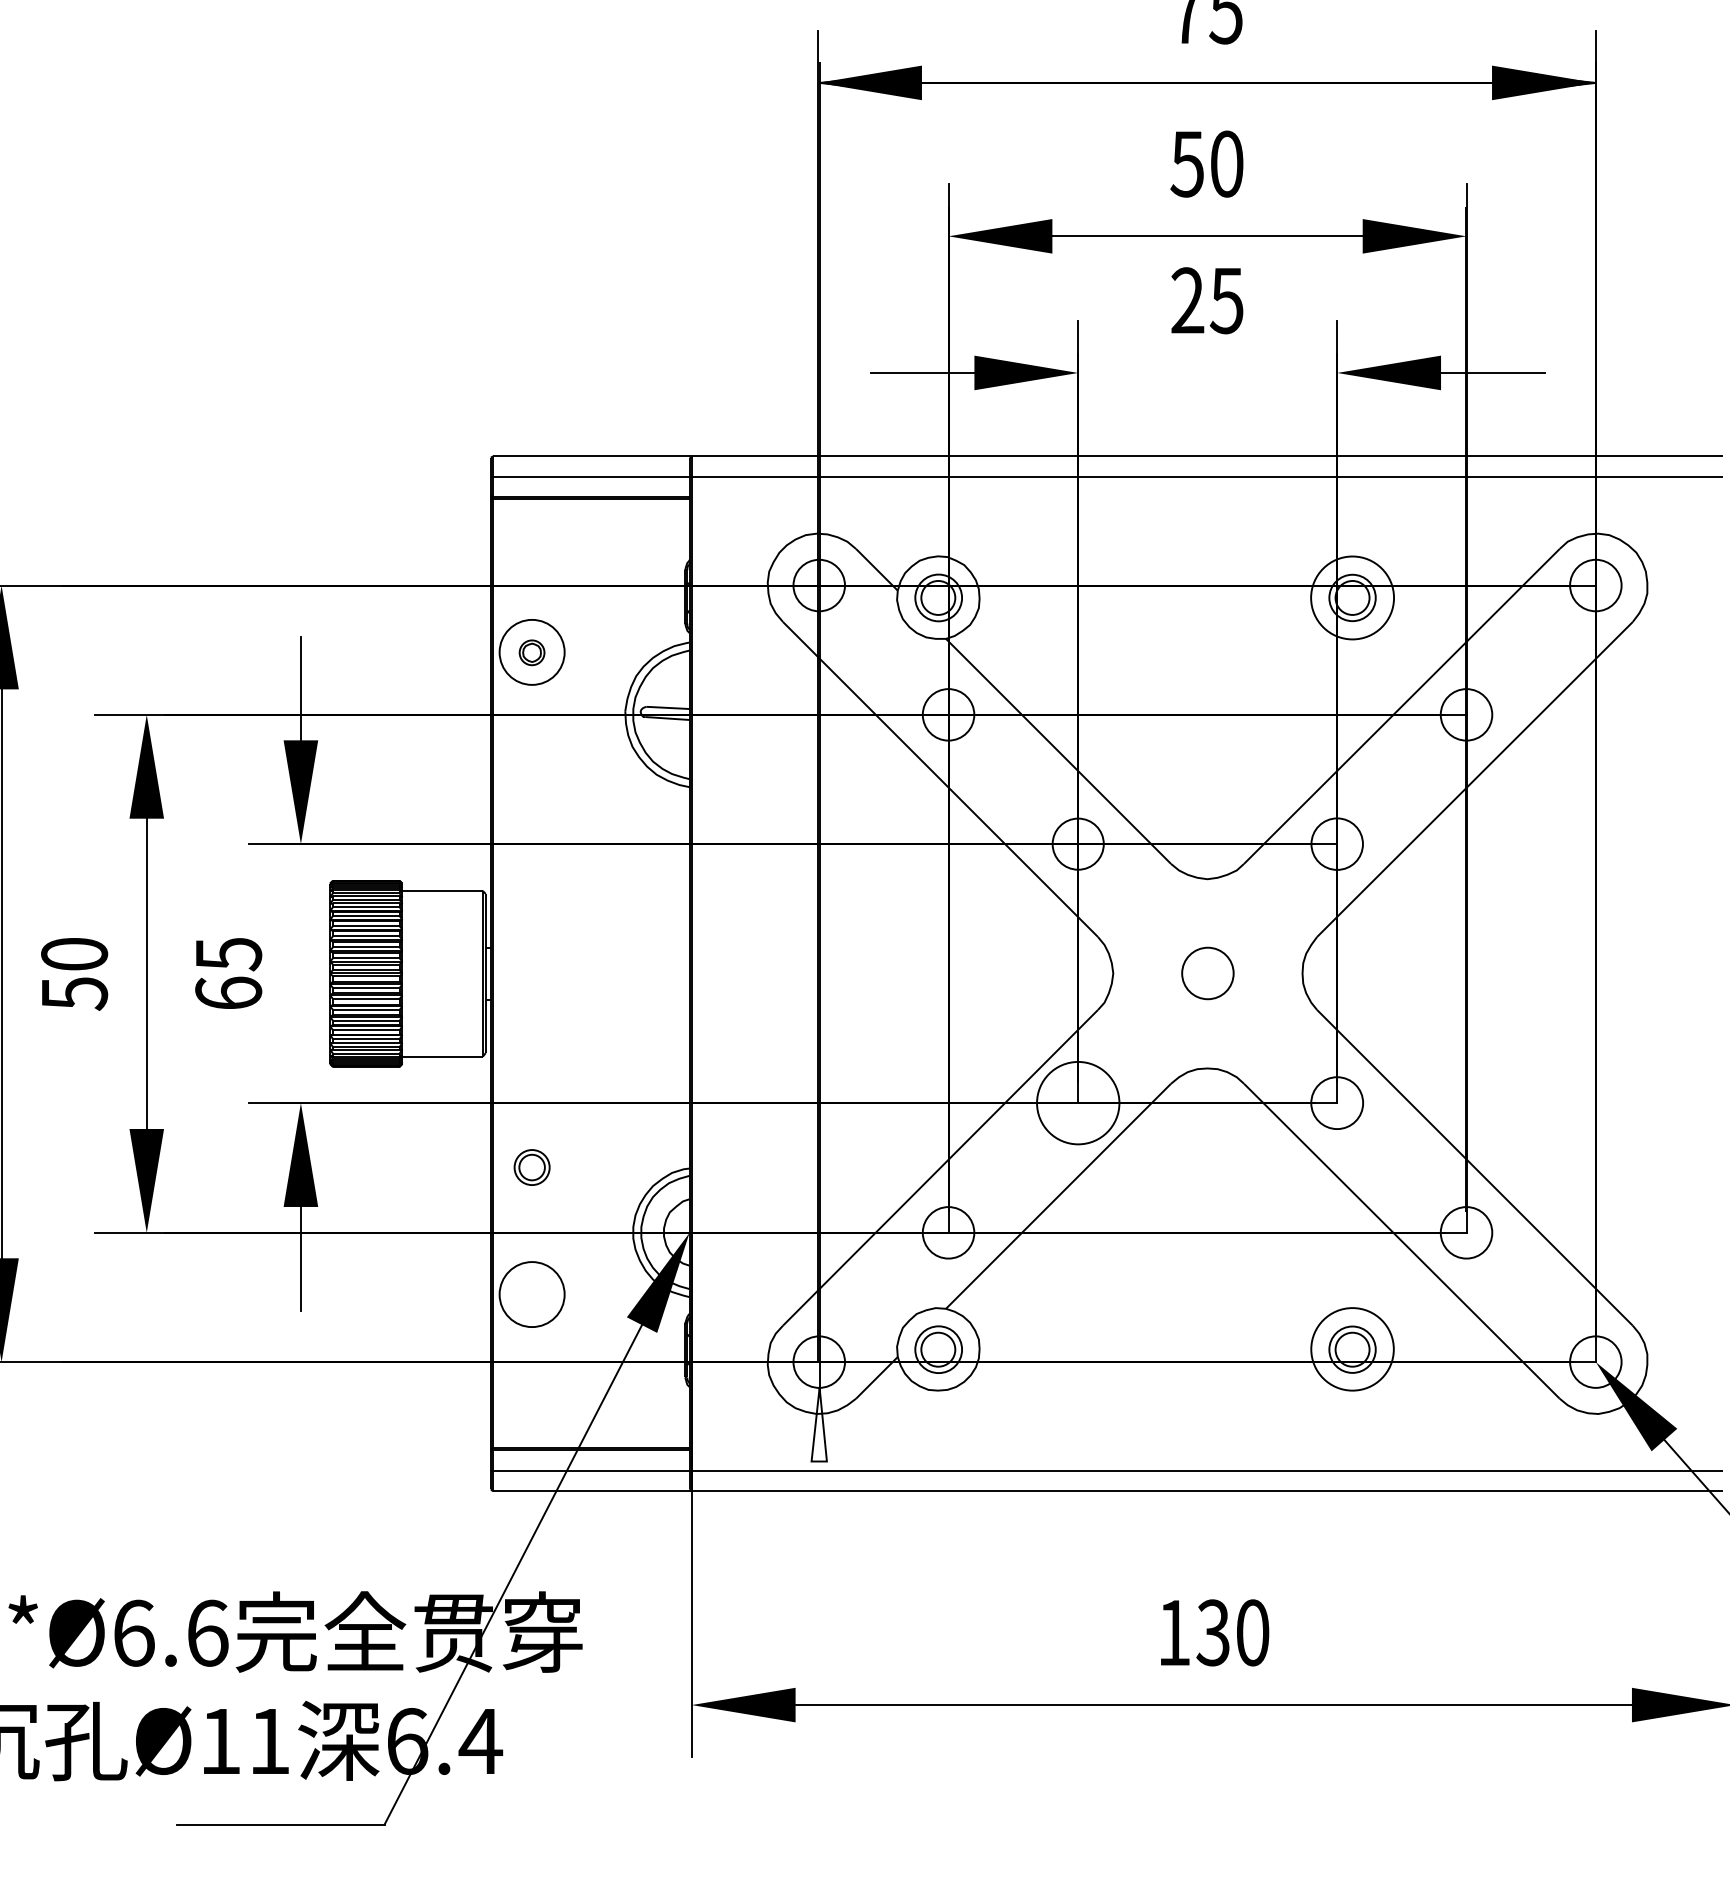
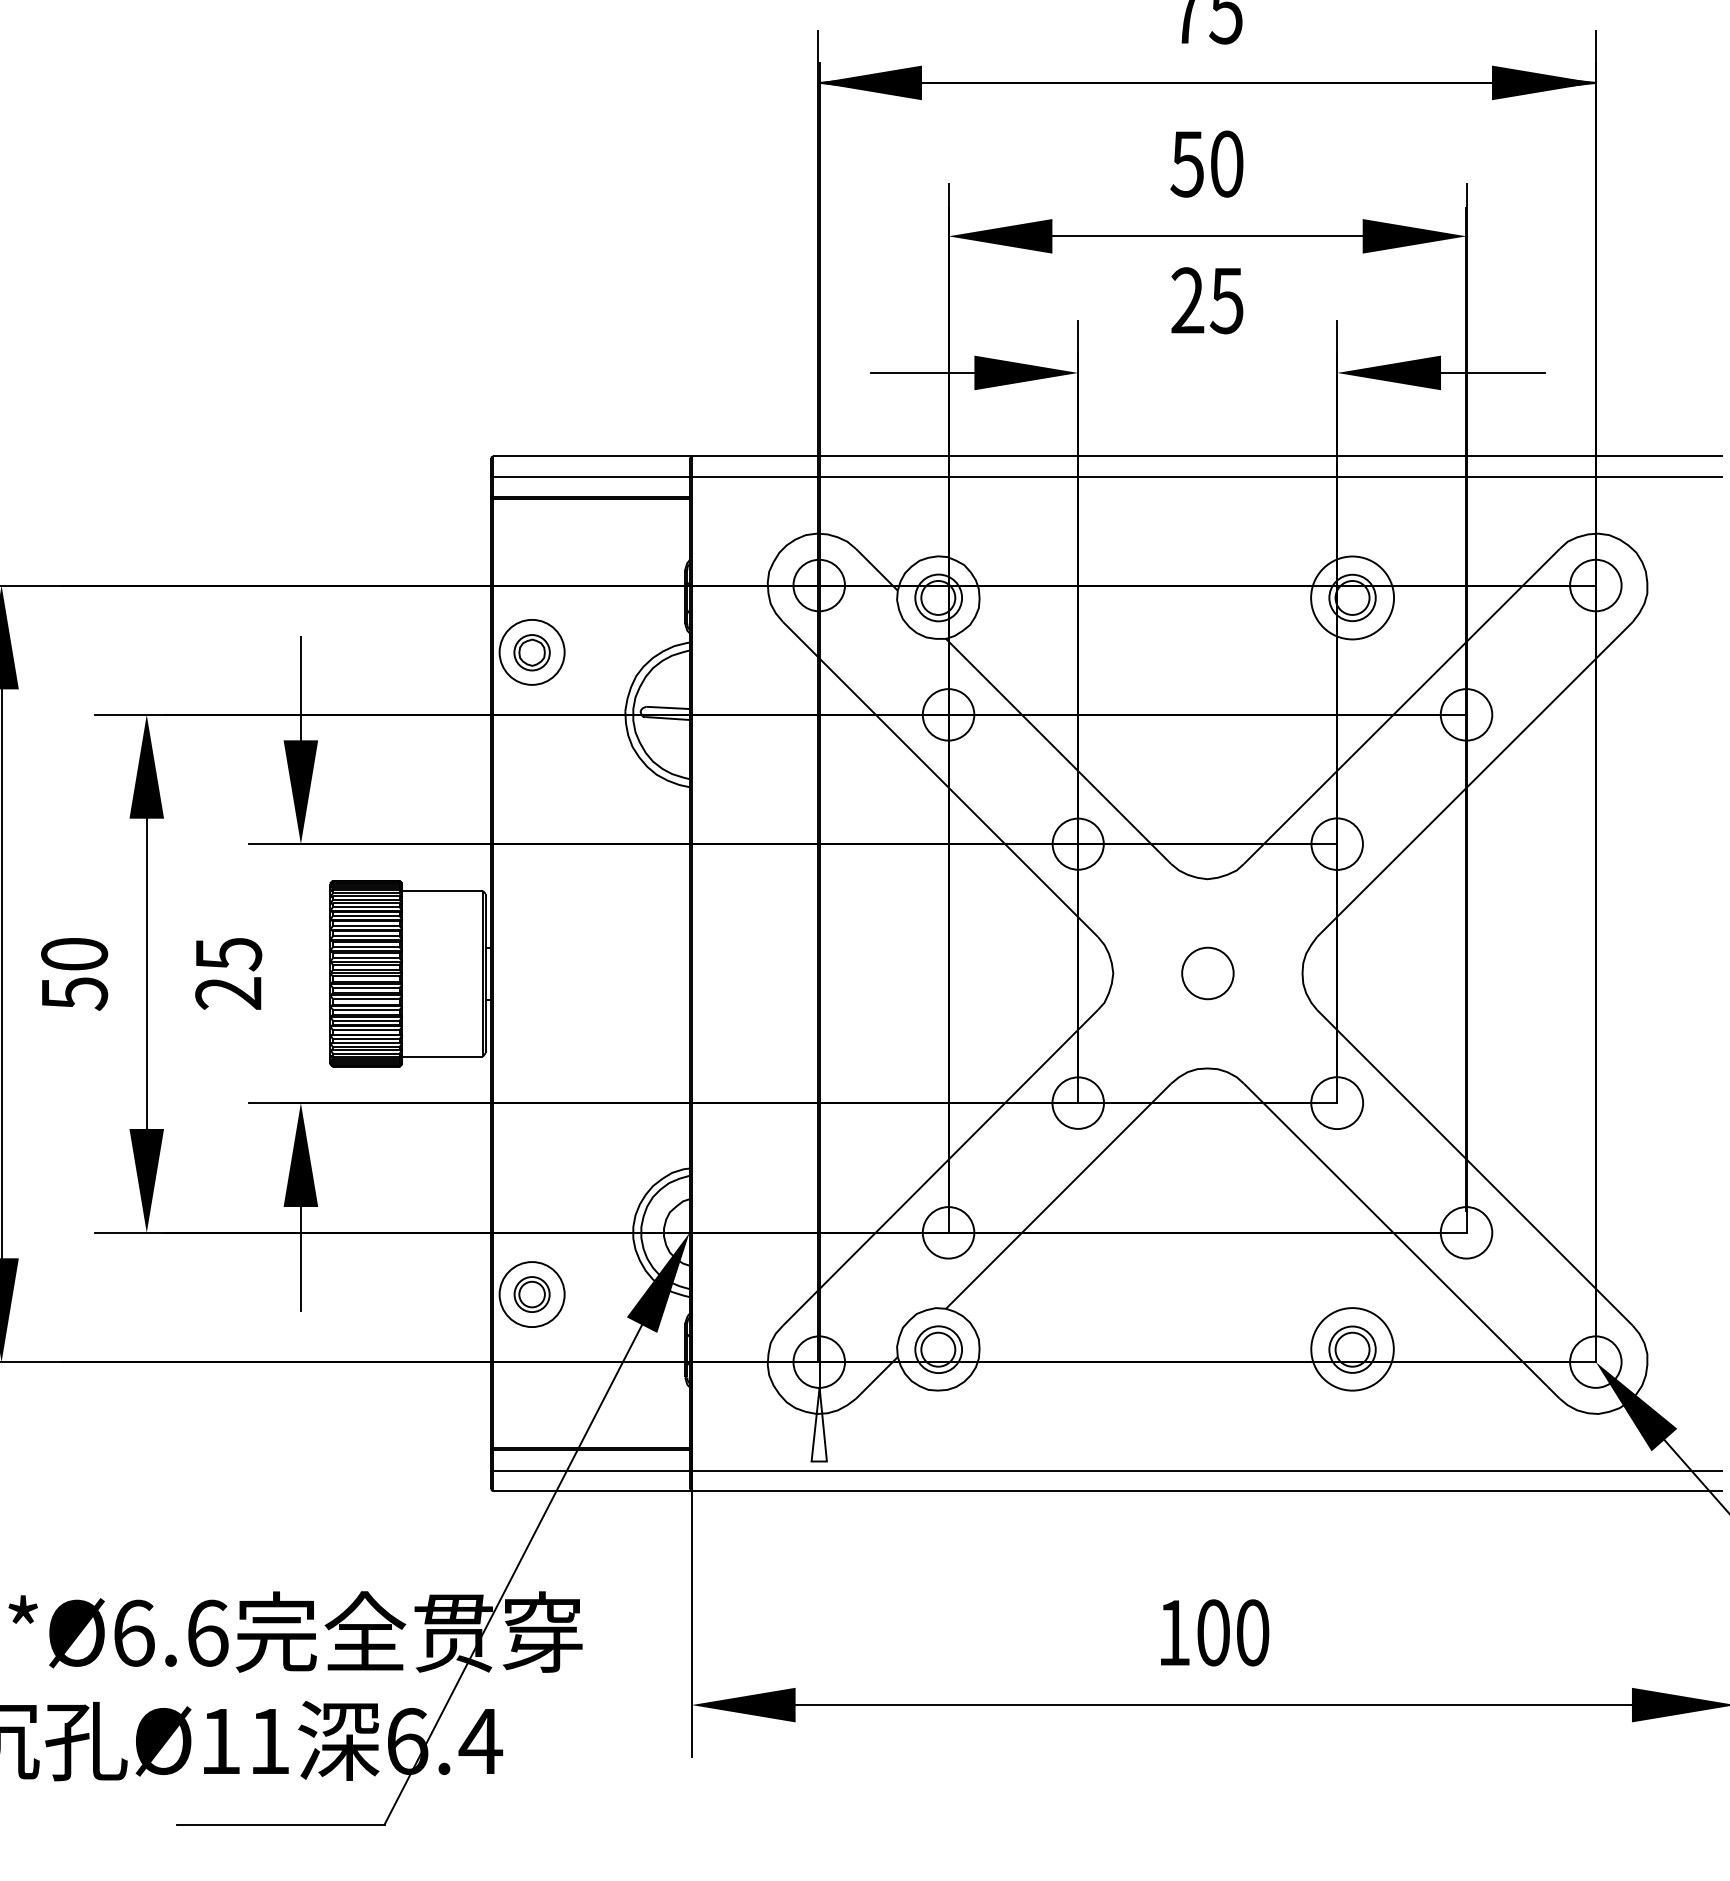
part at (531, 652) size: 28x28 px -> 38x38 px
text at (228, 992): 65 -> 25
circle at (1078, 1102) diameter: 82 px -> 52 px
part at (531, 1167) position: (531, 1167) -> (531, 1294)
text at (1212, 1632): 130 -> 100
